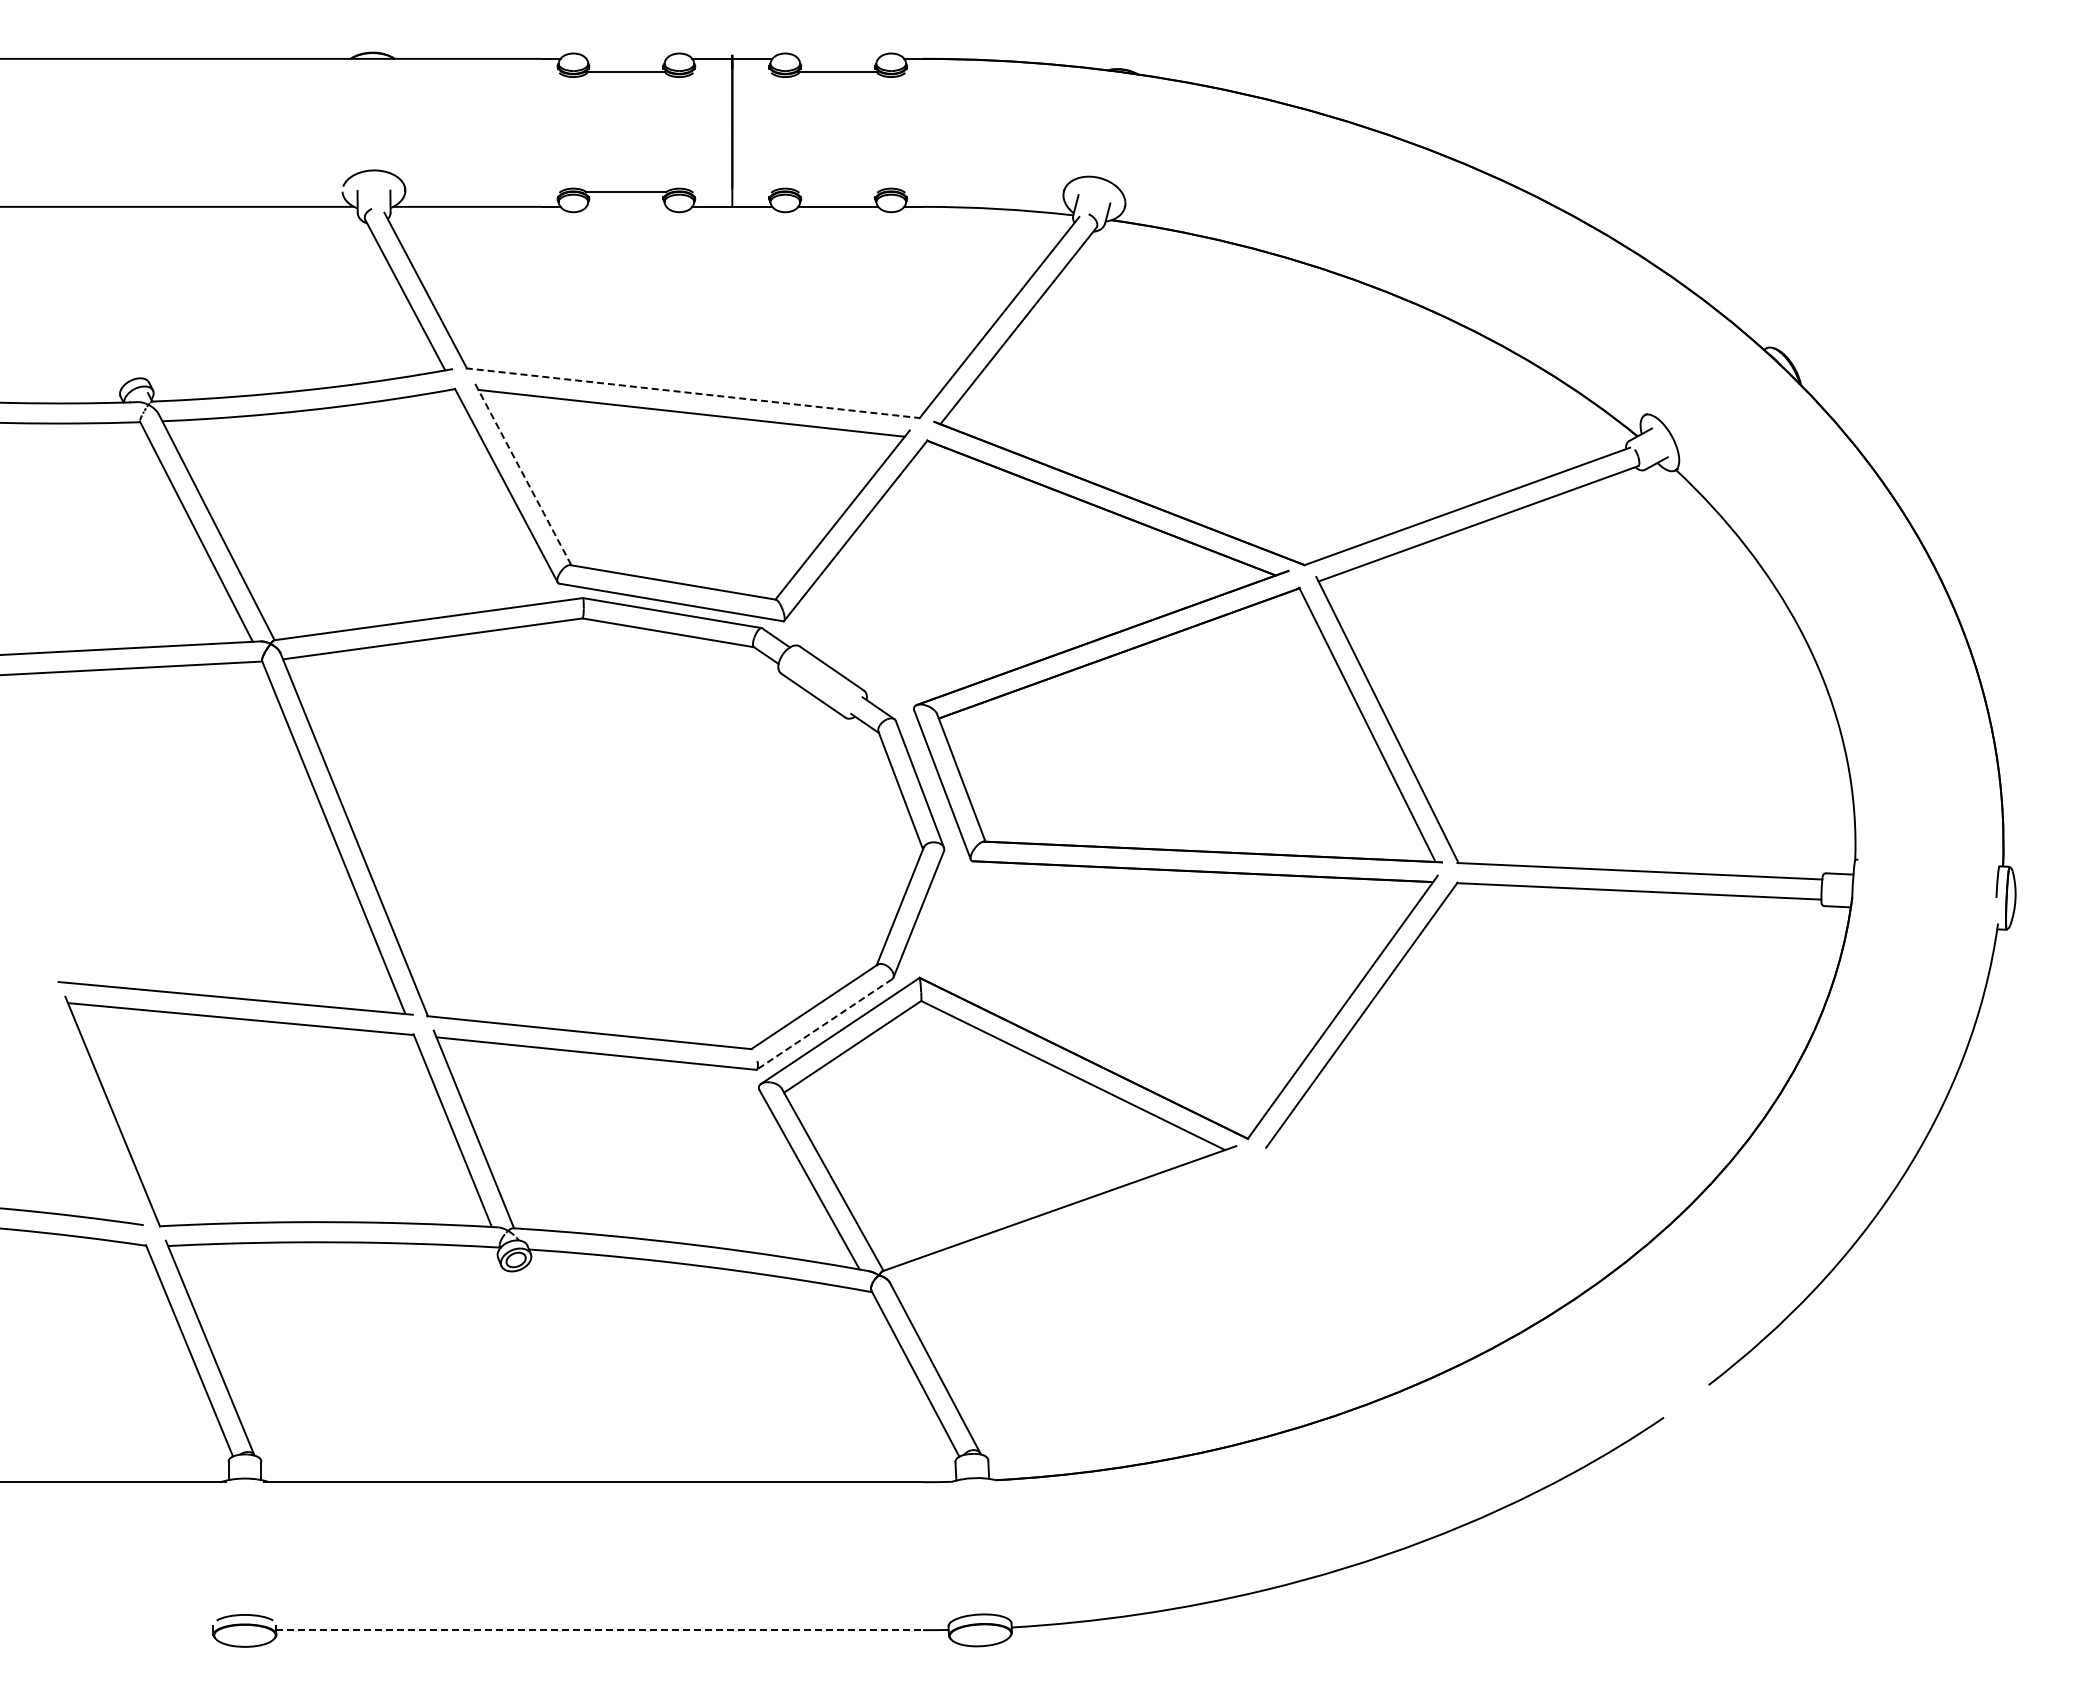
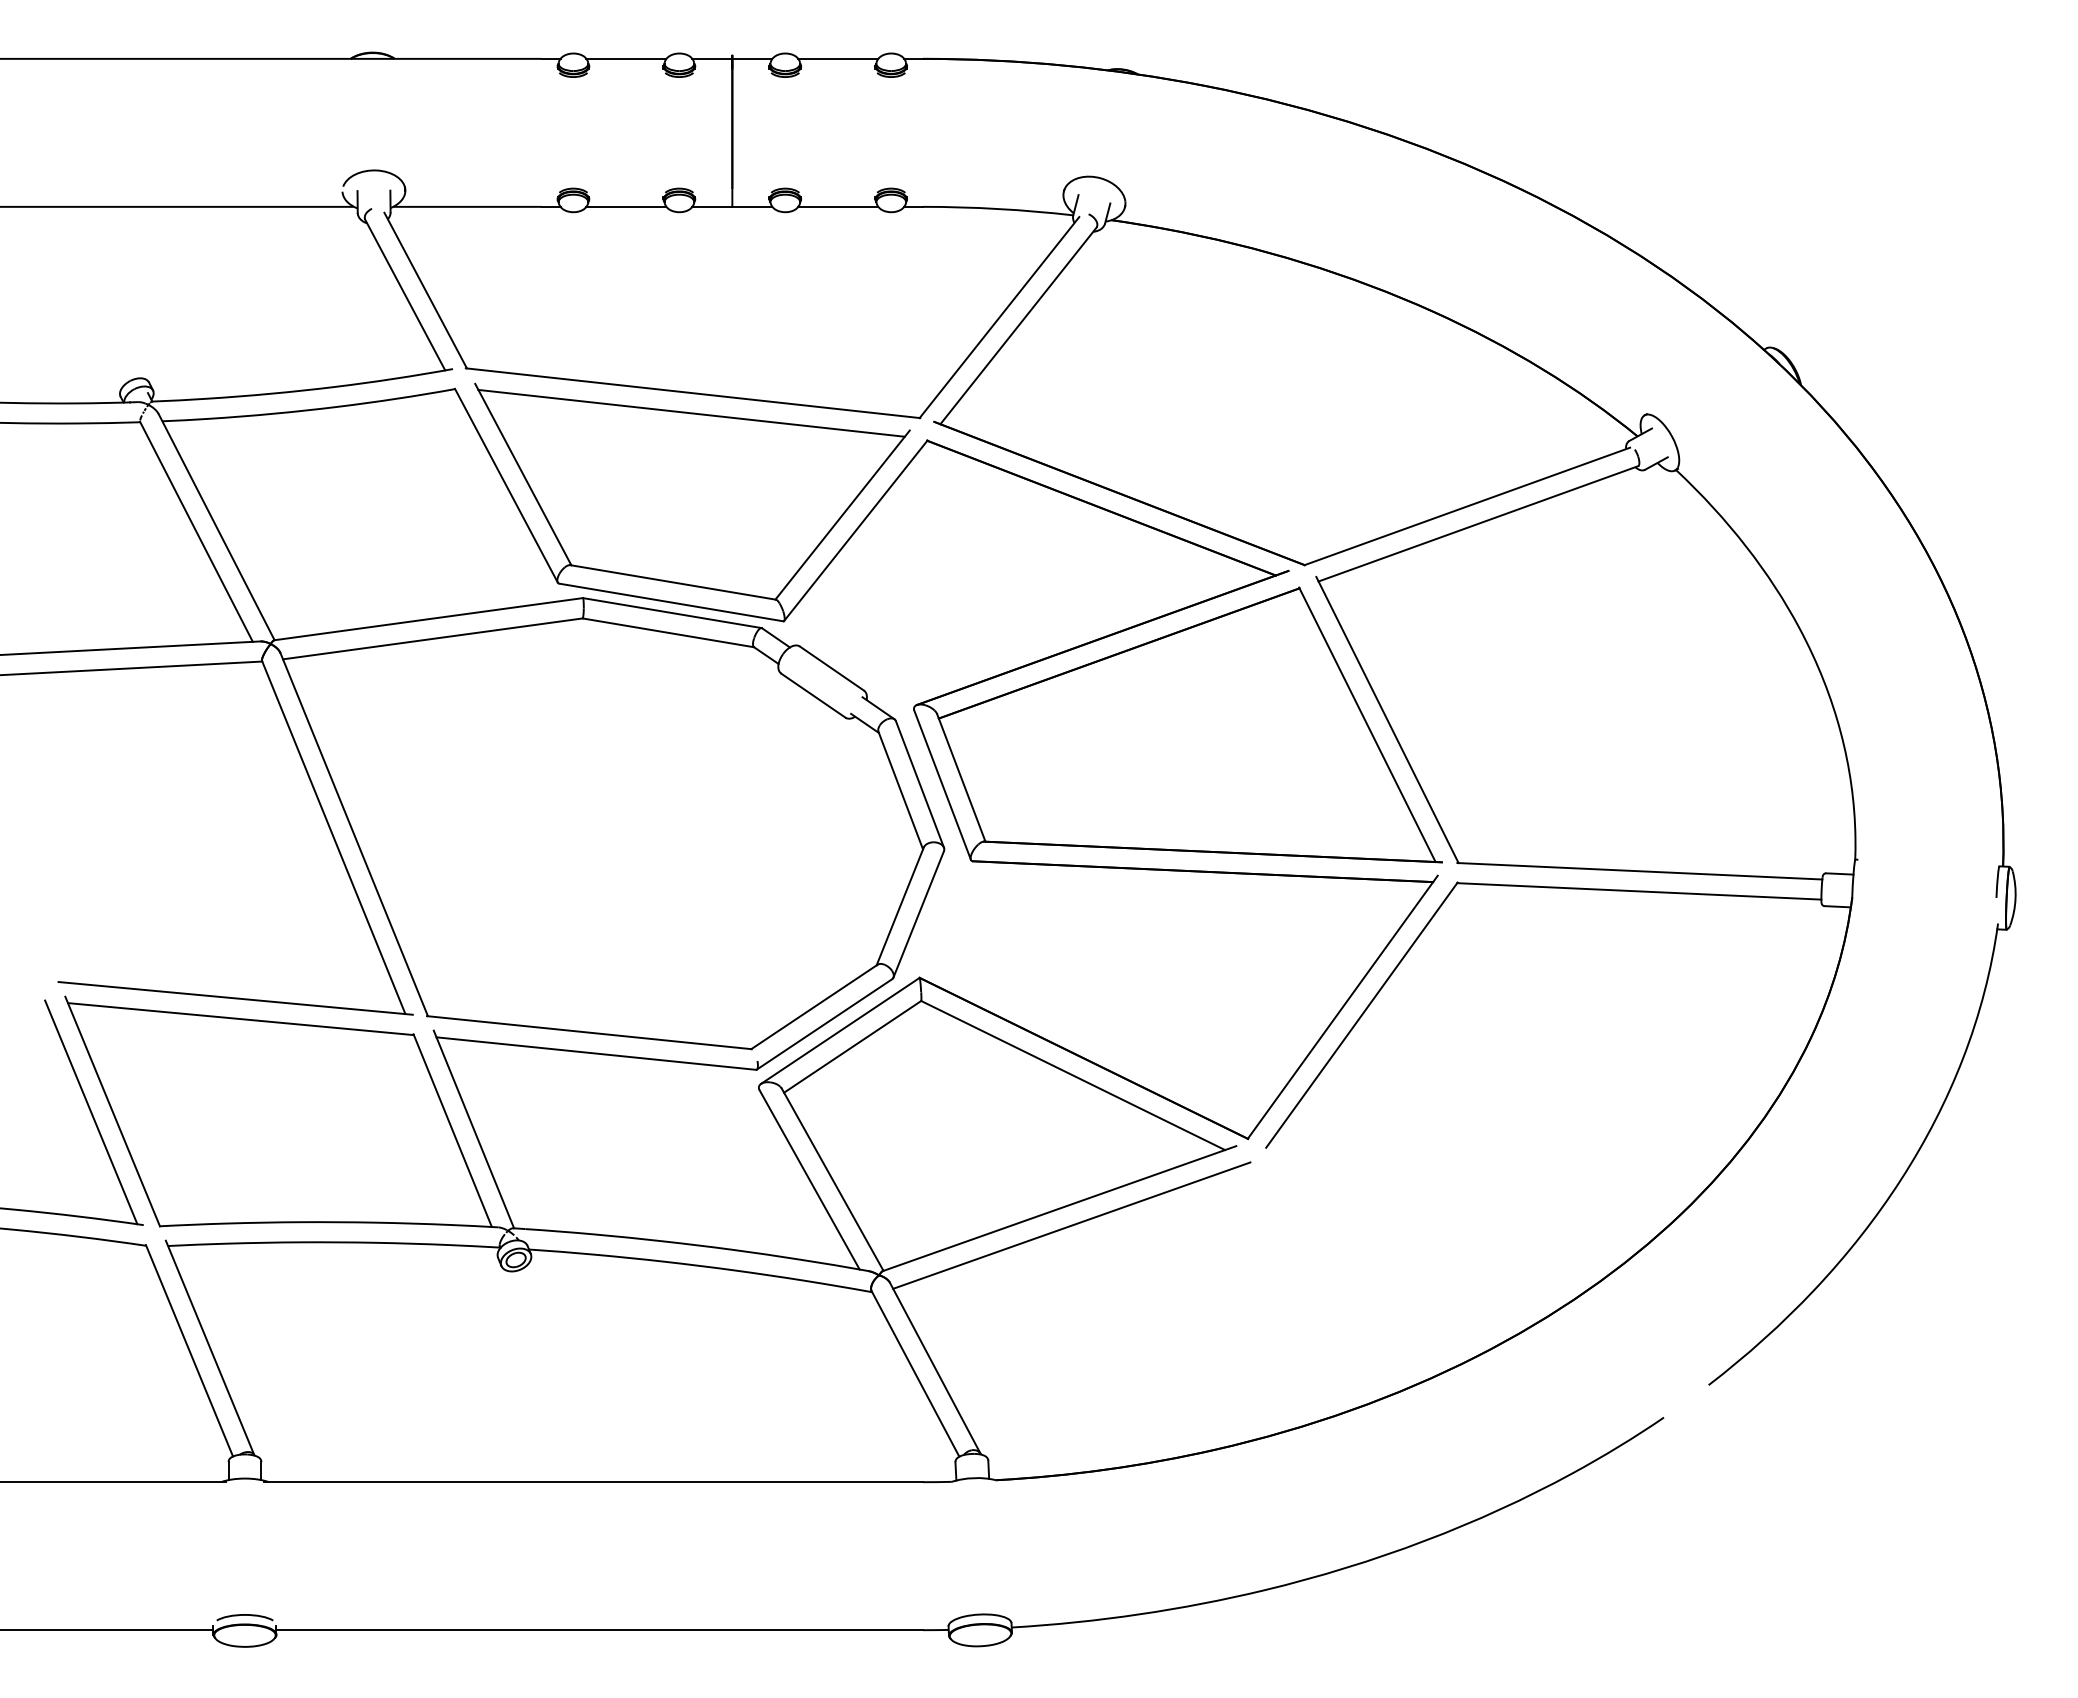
line at (626, 71) position: (626, 71) -> (626, 58)
line at (838, 71) position: (838, 71) -> (838, 58)
line at (626, 191) position: (626, 191) -> (626, 206)
line at (693, 393): dashed -> solid
line at (523, 474): dashed -> solid
line at (824, 1024): dashed -> solid
line at (91, 1112): none -> present
line at (1071, 1225): none -> present
line at (107, 1630): none -> present
line at (600, 1630): dashed -> solid
